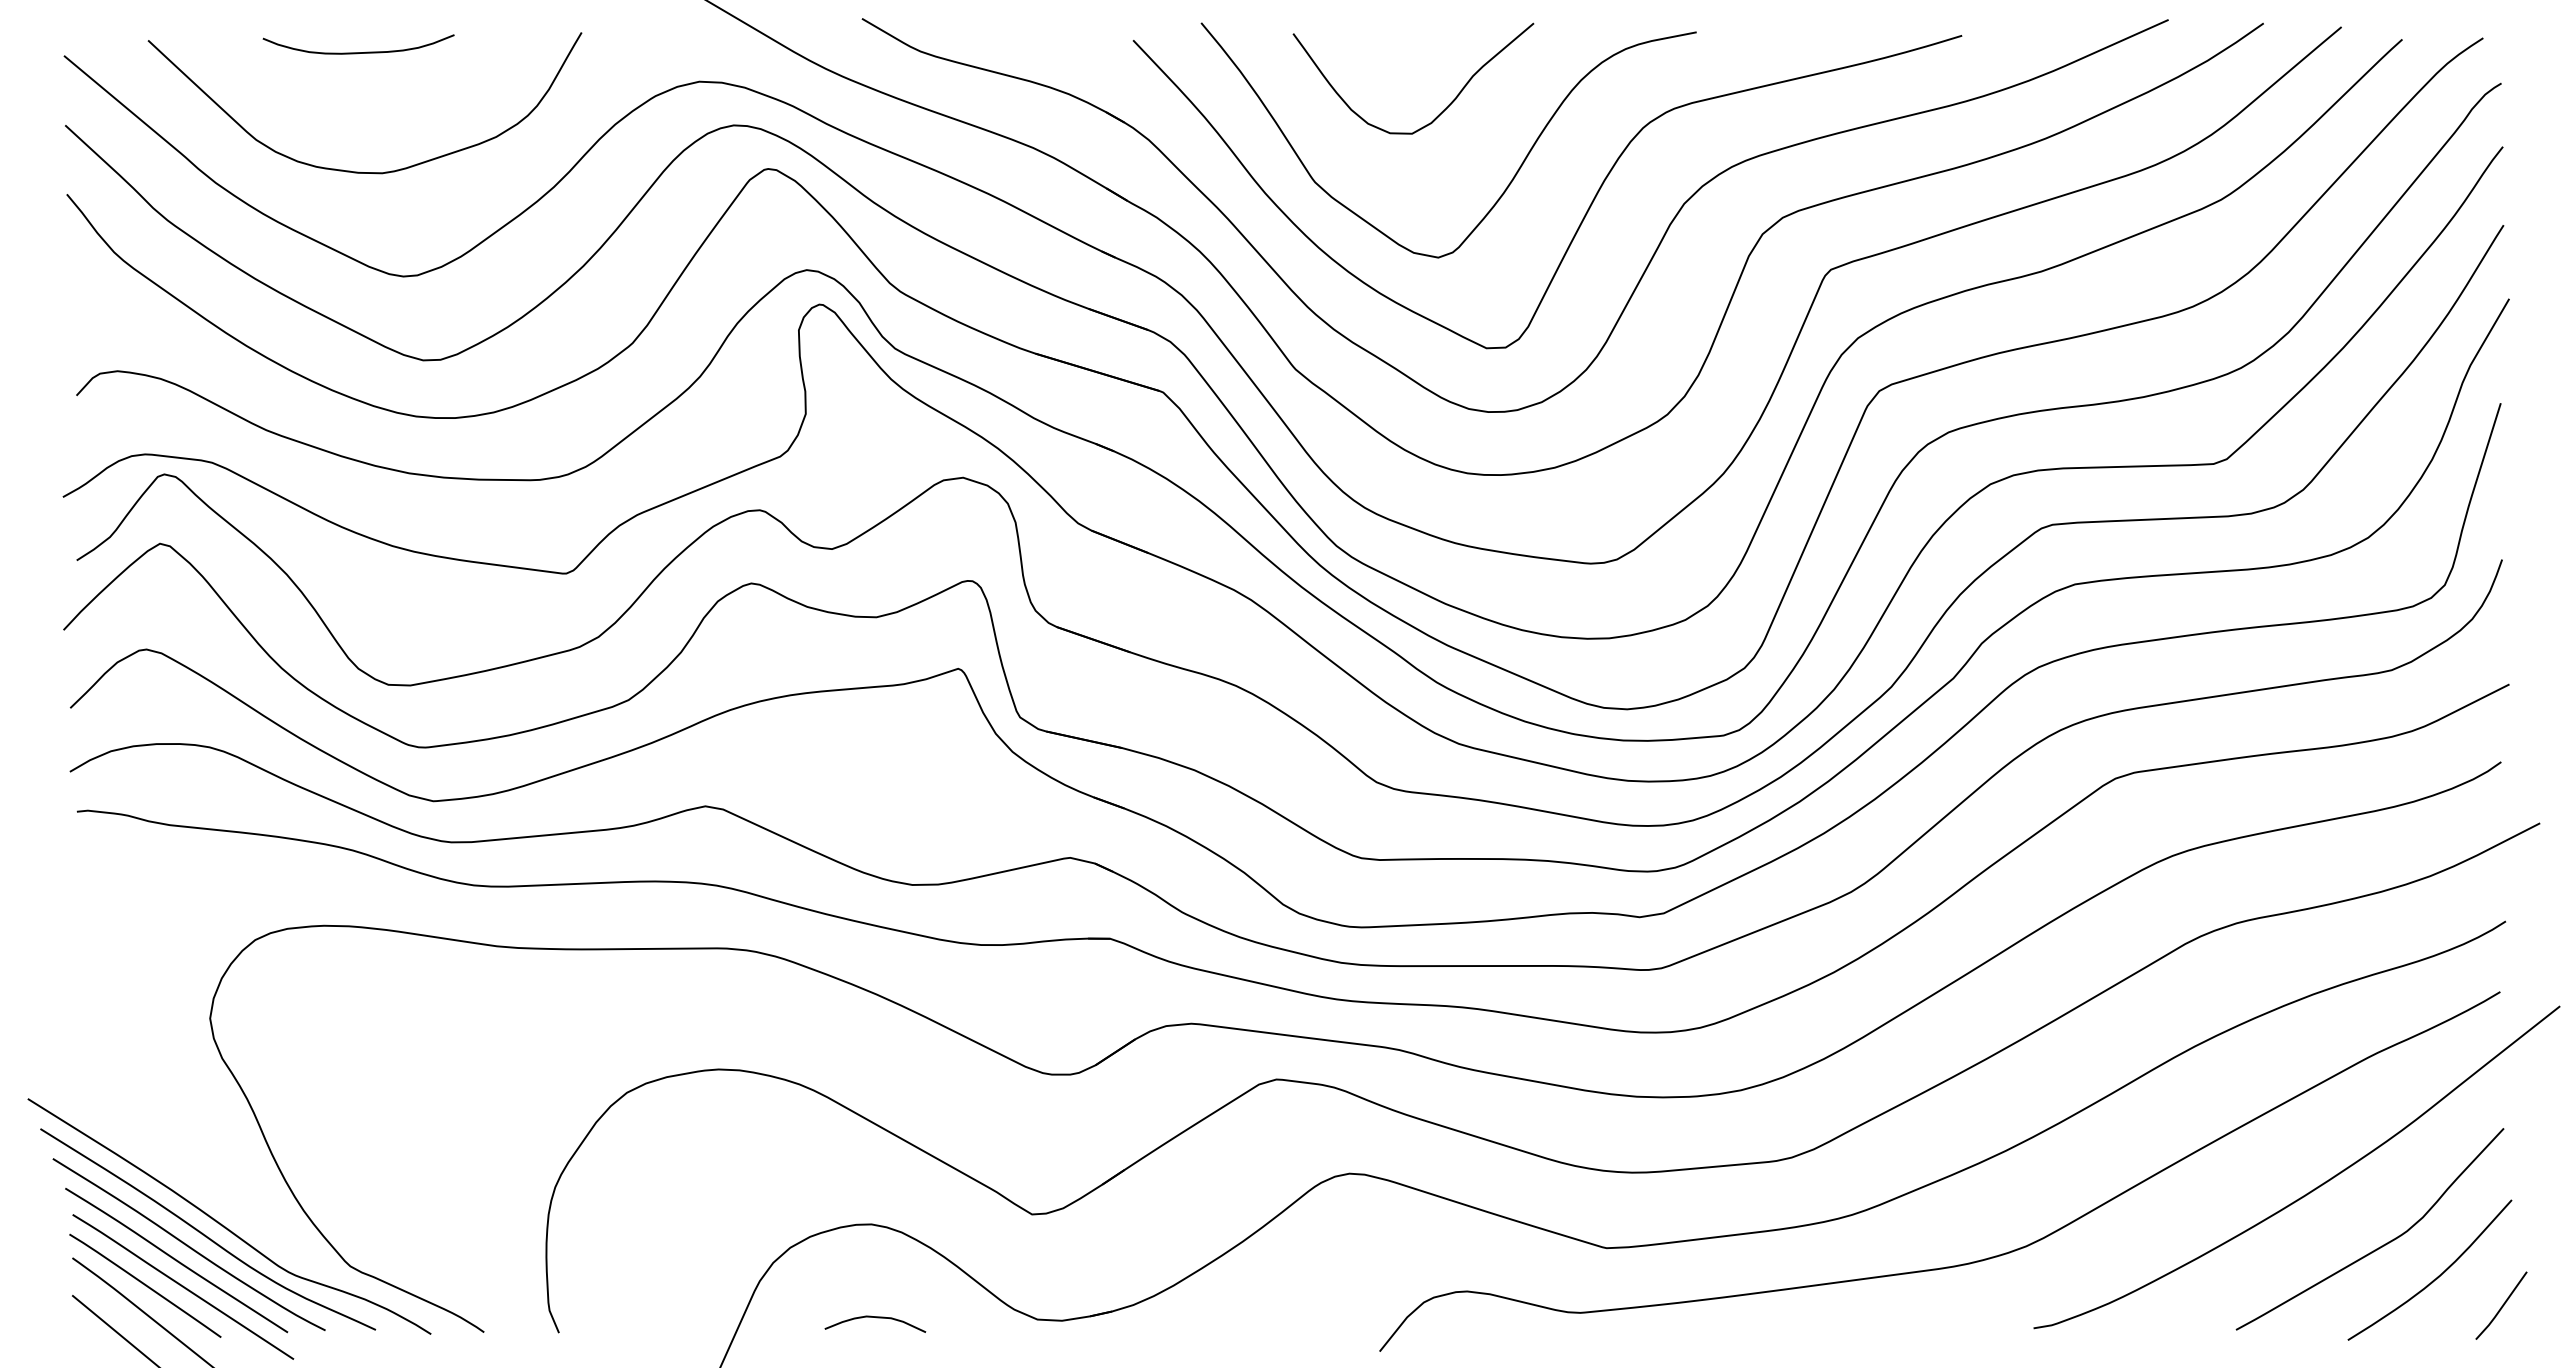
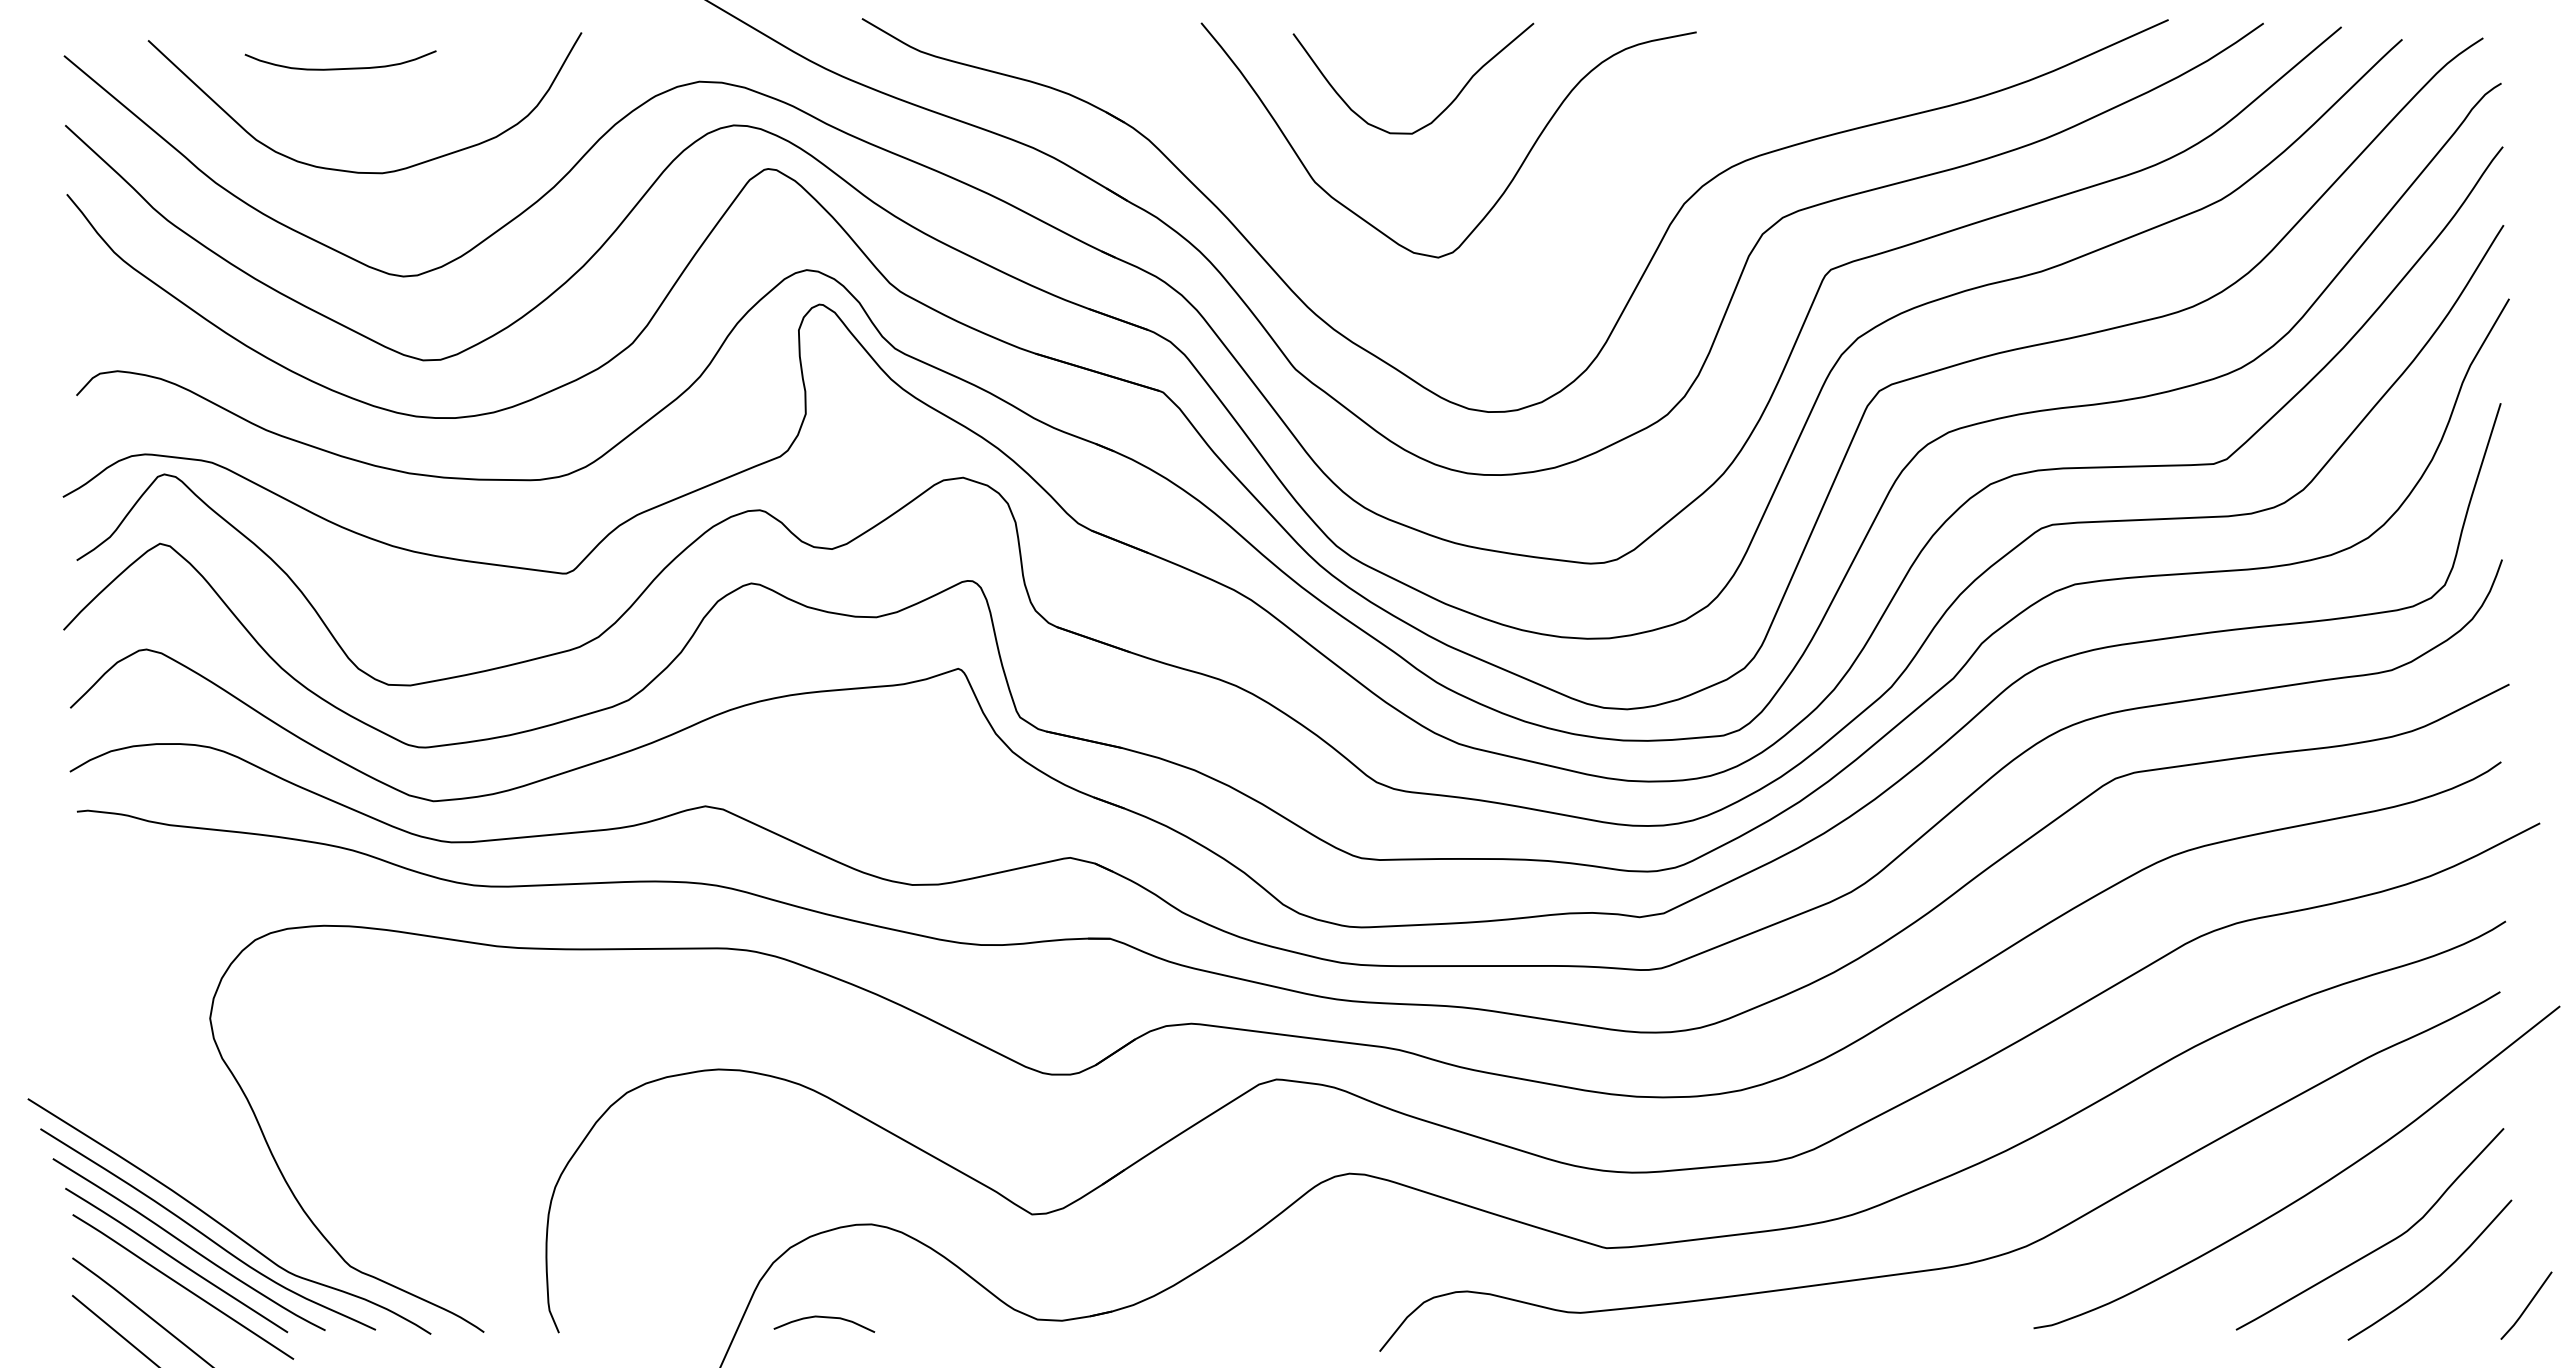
curve at (358, 52) position: (358, 52) -> (340, 68)
curve at (1583, 216): present -> none
curve at (145, 1285): present -> none
line at (2502, 1305) position: (2502, 1305) -> (2527, 1305)
curve at (876, 1318) position: (876, 1318) -> (825, 1318)
